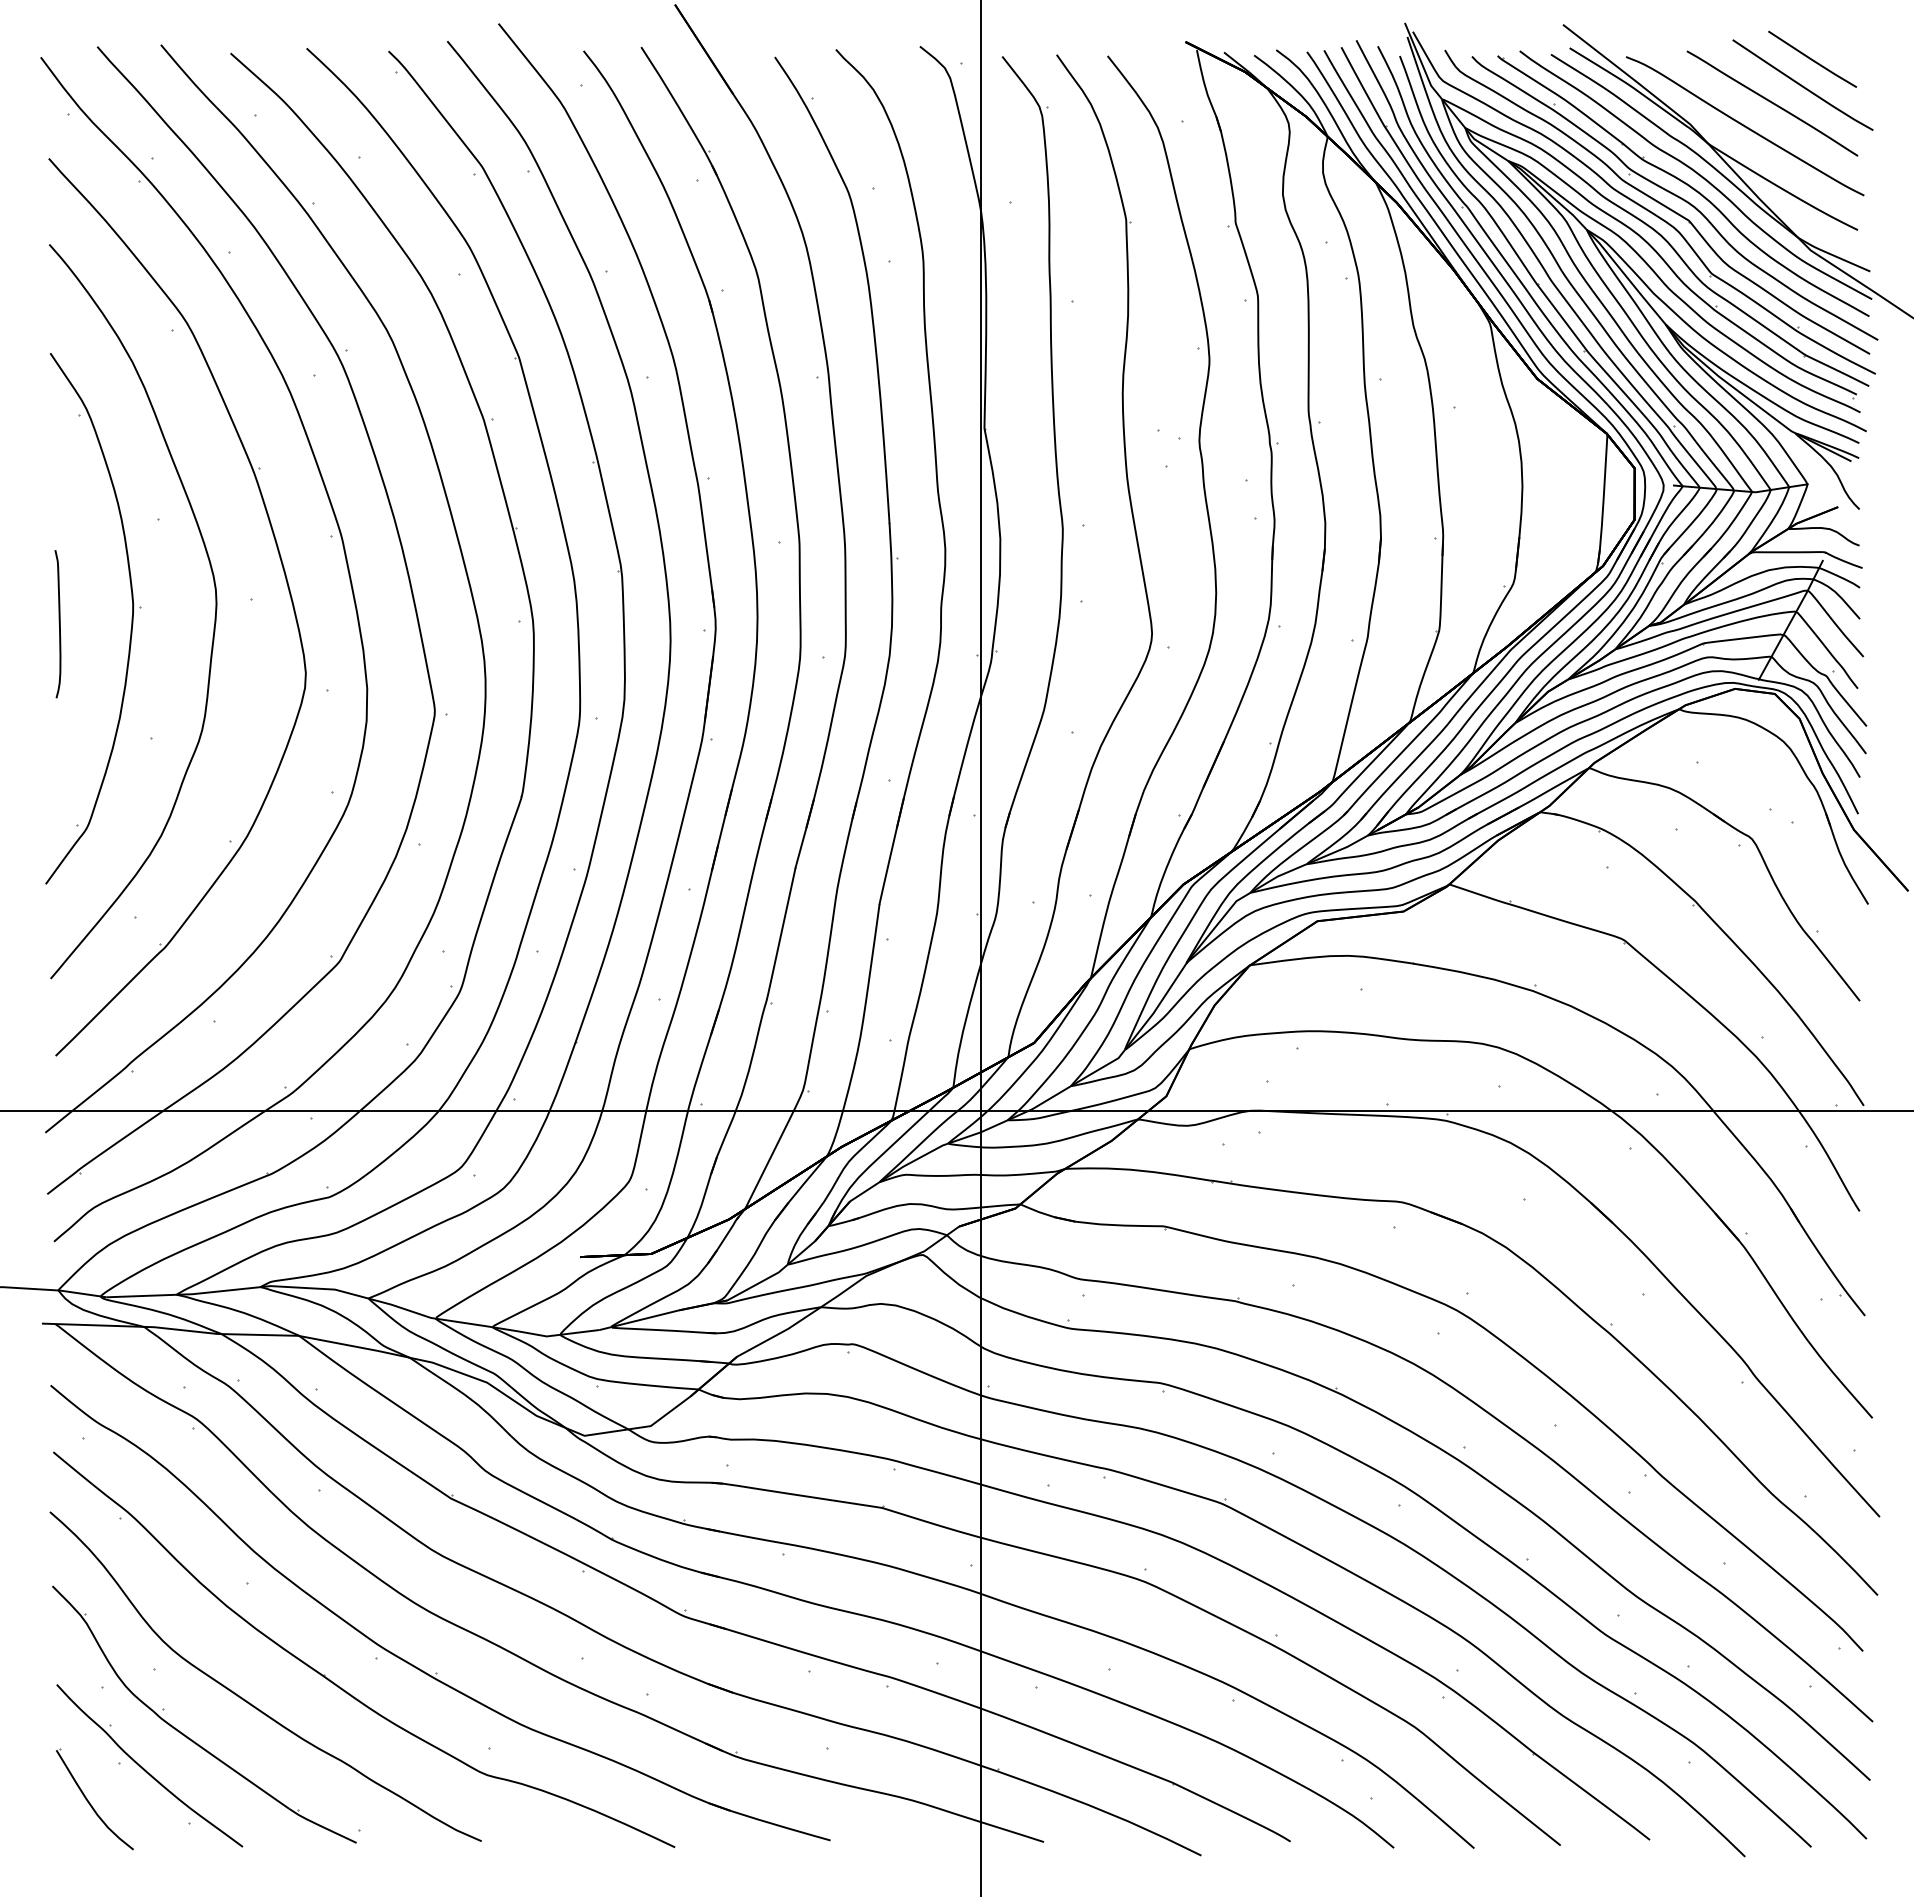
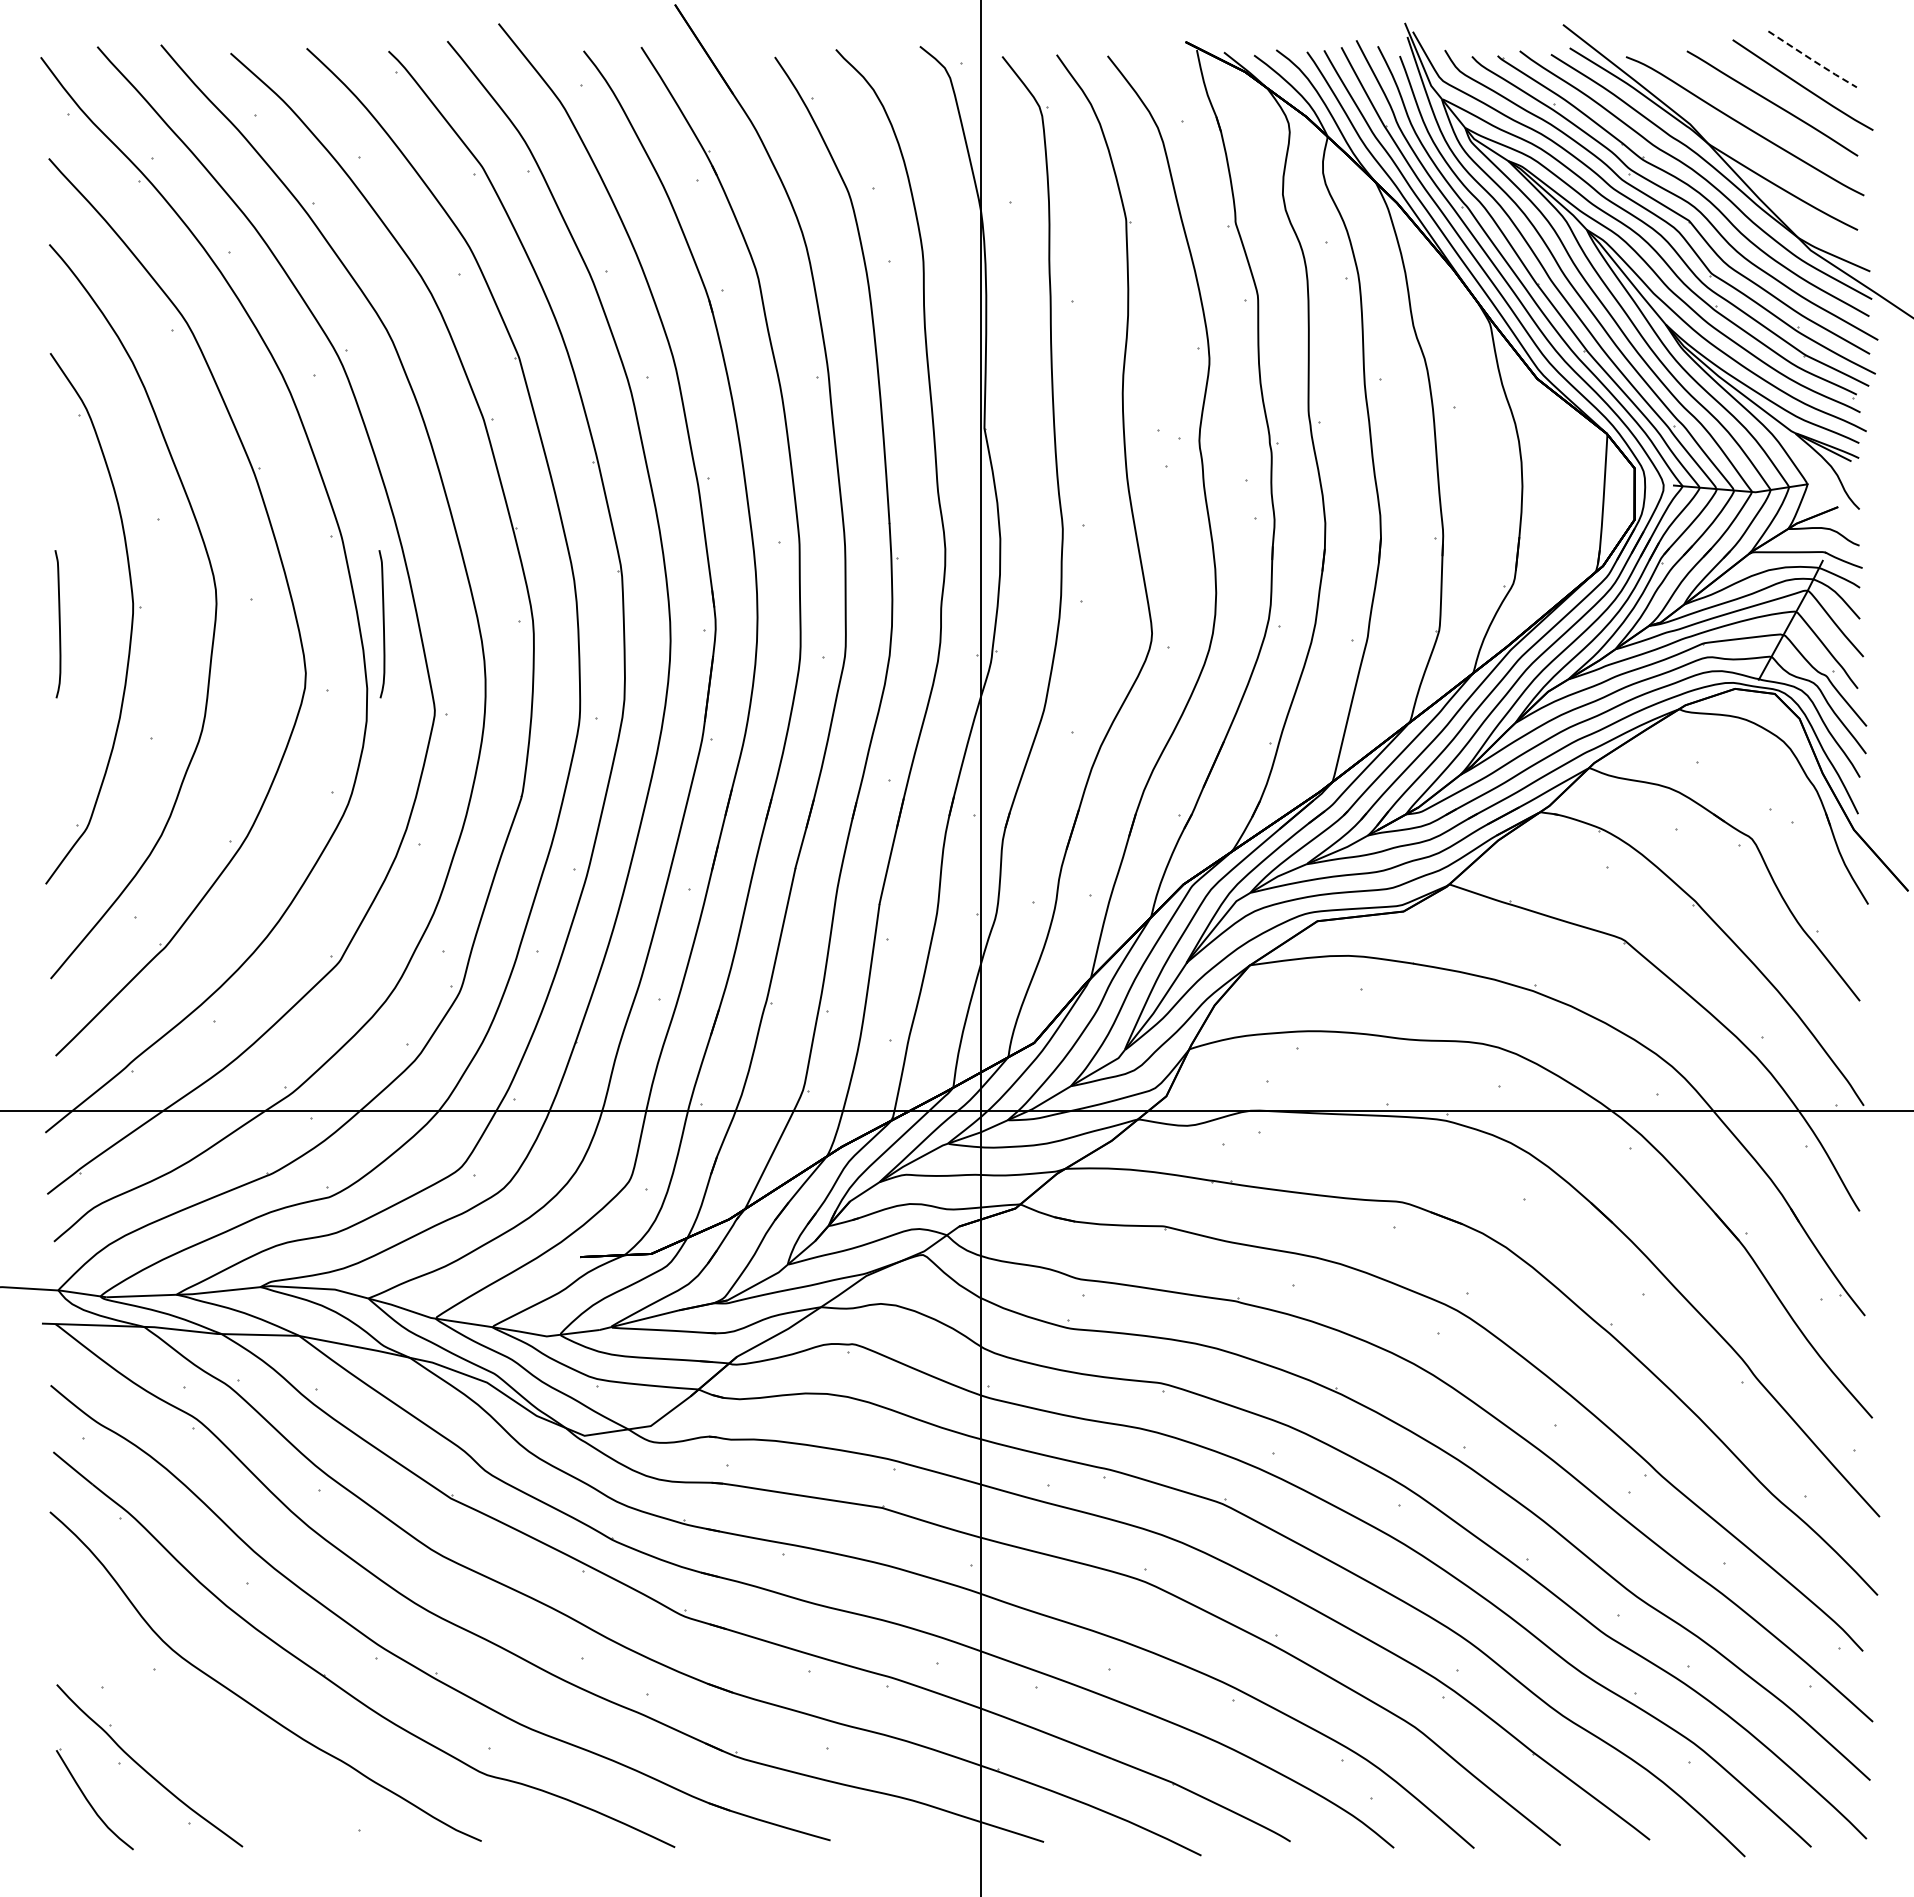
line at (1812, 60): solid -> dashed
curve at (382, 623): none -> present
part at (189, 1737): present -> none
